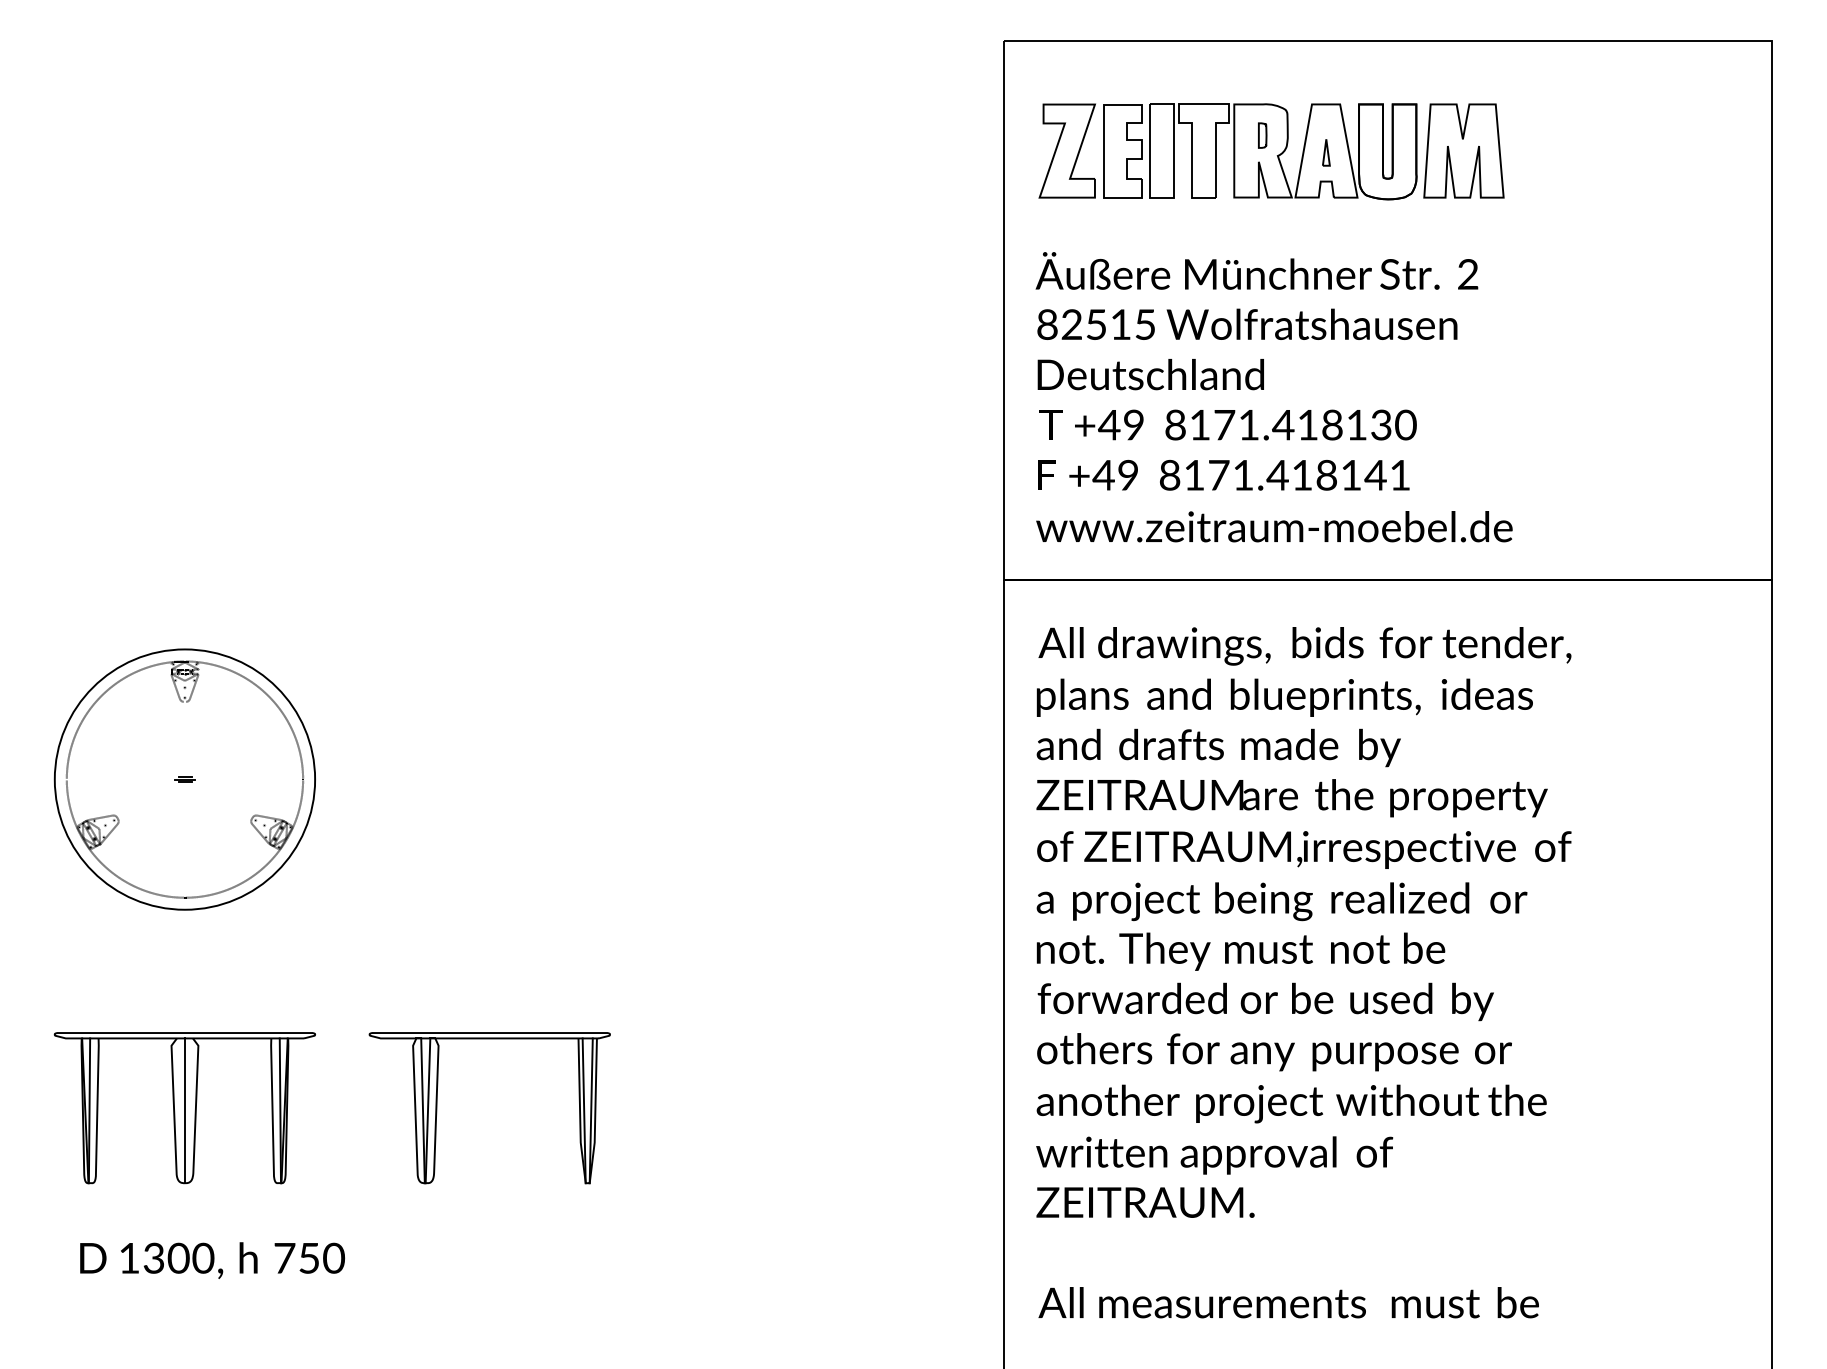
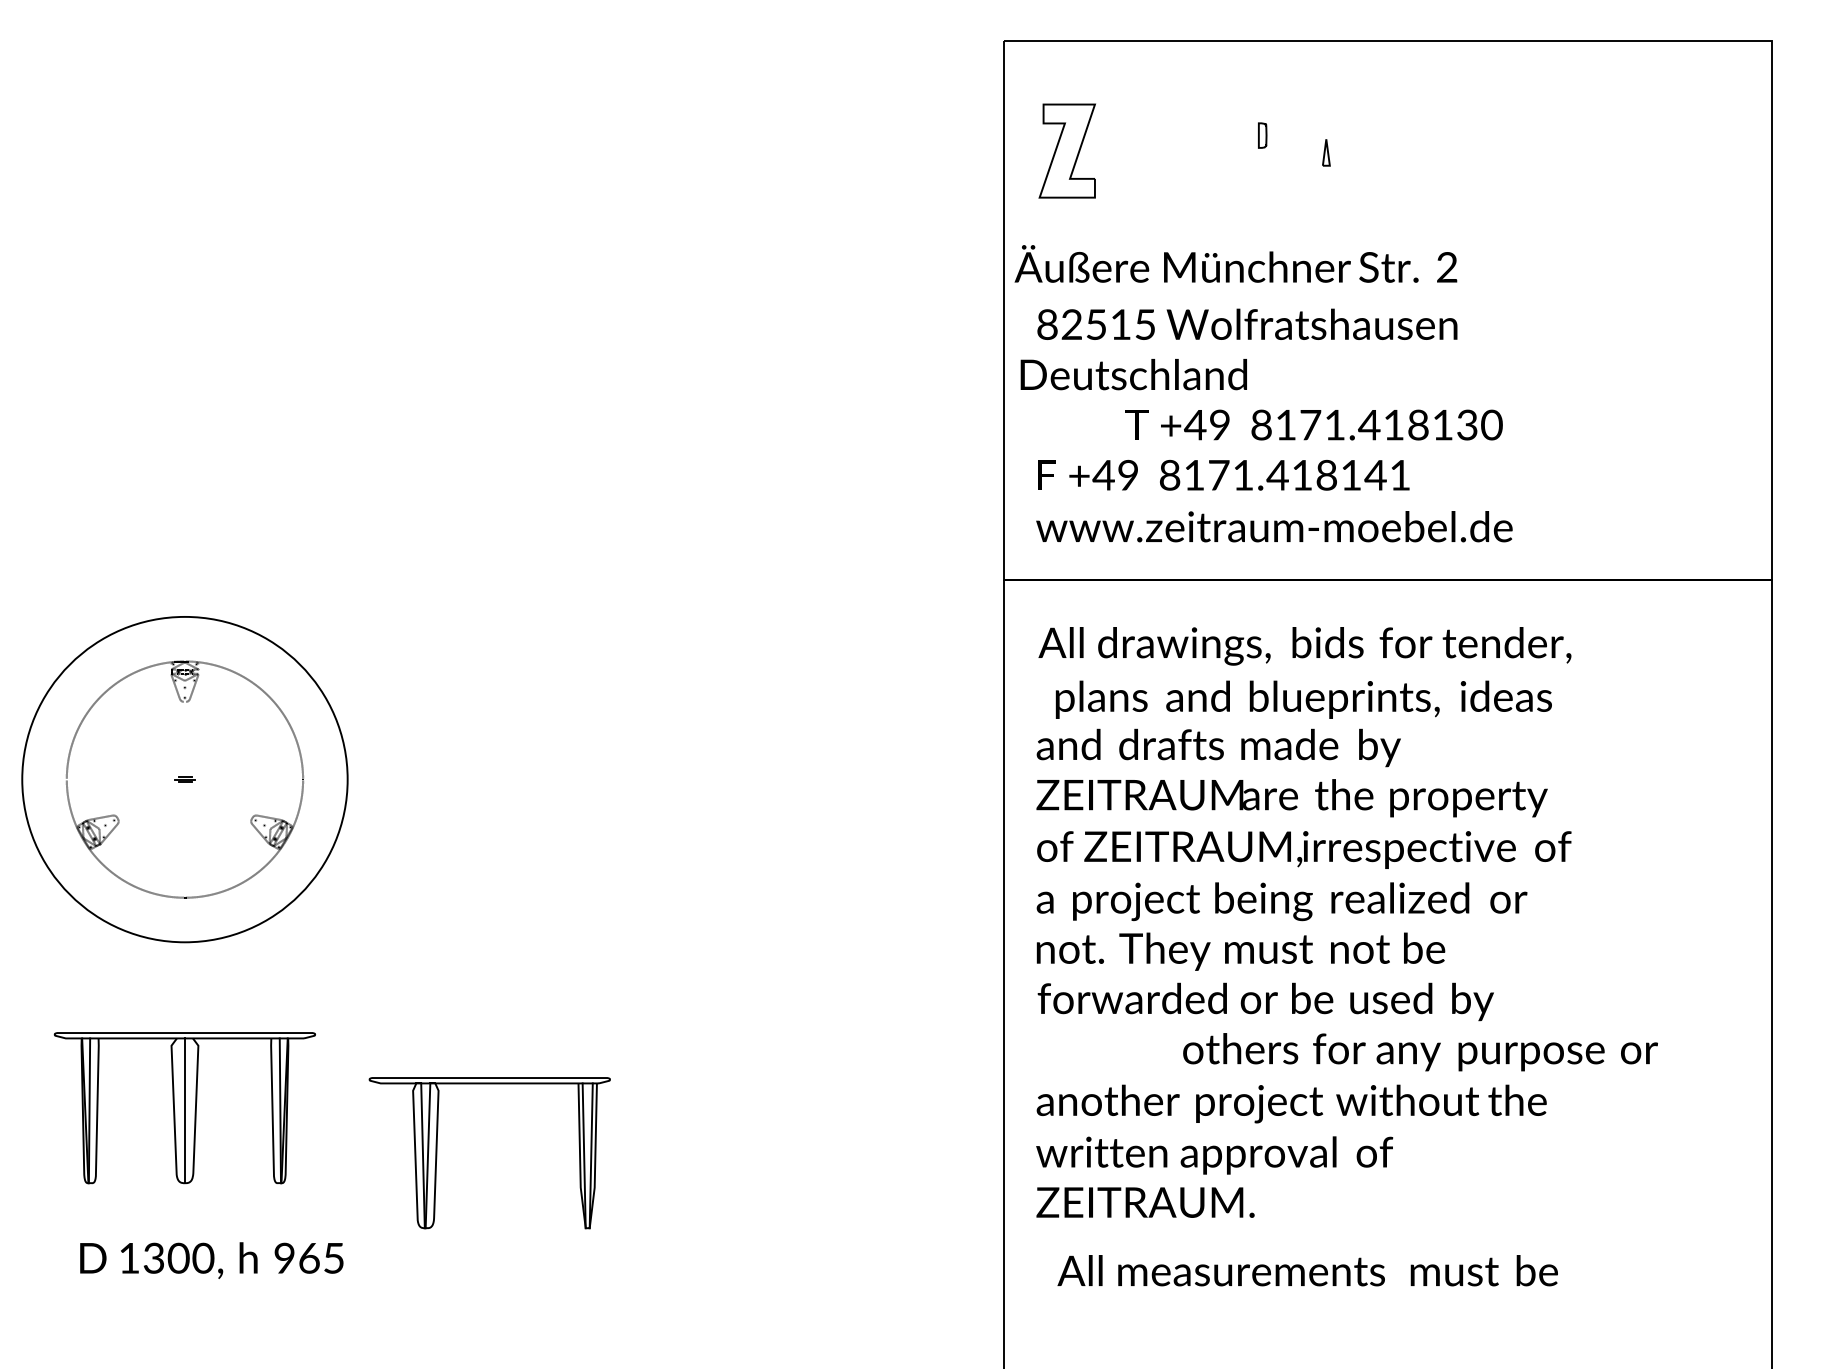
part at (1303, 151): present -> none
text at (1256, 270) position: (1256, 270) -> (1235, 263)
text at (1150, 374) position: (1150, 374) -> (1133, 374)
text at (1227, 424) position: (1227, 424) -> (1313, 424)
text at (1284, 697) position: (1284, 697) -> (1303, 699)
circle at (184, 779) diameter: 260 px -> 325 px
text at (1274, 1052) position: (1274, 1052) -> (1420, 1052)
part at (437, 1108) position: (437, 1108) -> (437, 1153)
text at (309, 1257): 750 -> 965
text at (1288, 1302) position: (1288, 1302) -> (1307, 1270)
